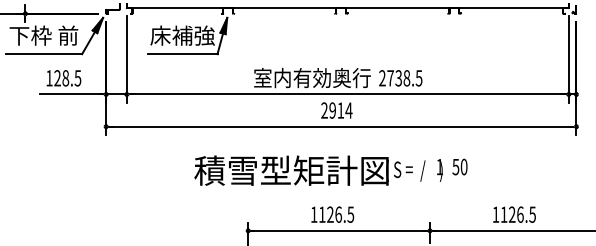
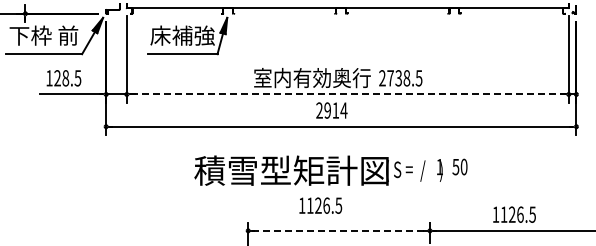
line at (347, 94): solid -> dashed
text at (336, 110) position: (336, 110) -> (331, 110)
text at (332, 214) position: (332, 214) -> (320, 205)
line at (339, 230): solid -> dashed
